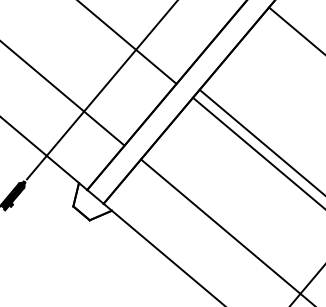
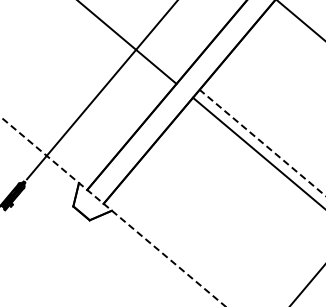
line at (295, 29) position: (295, 29) -> (300, 20)
line at (63, 93): present -> none
line at (262, 142): solid -> dashed
line at (112, 211): solid -> dashed
line at (226, 231): present -> none
